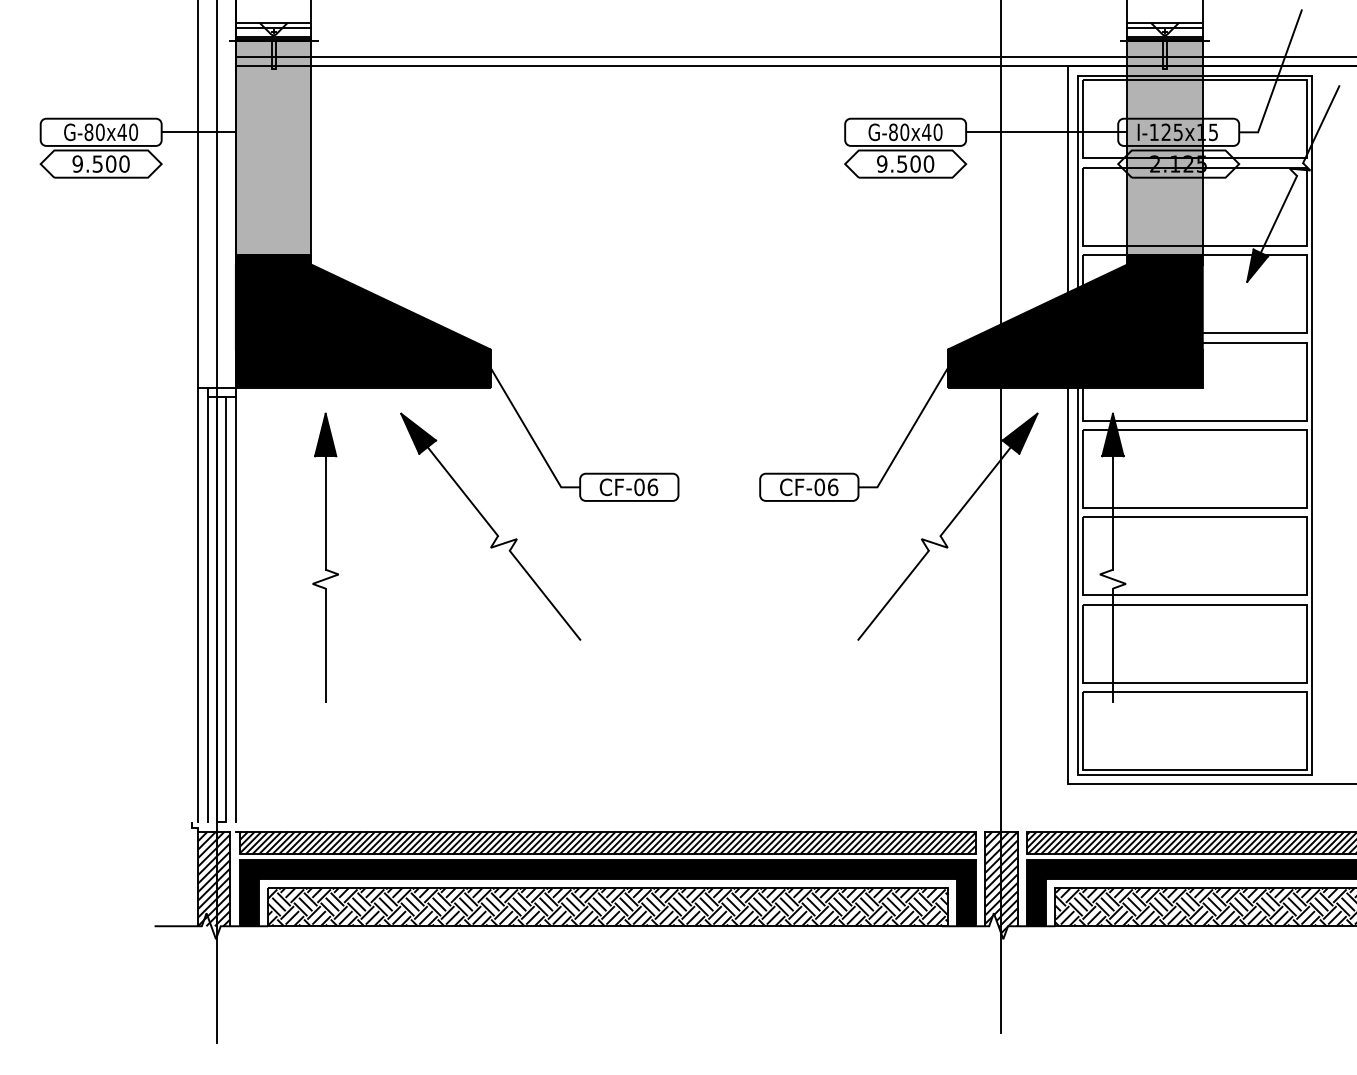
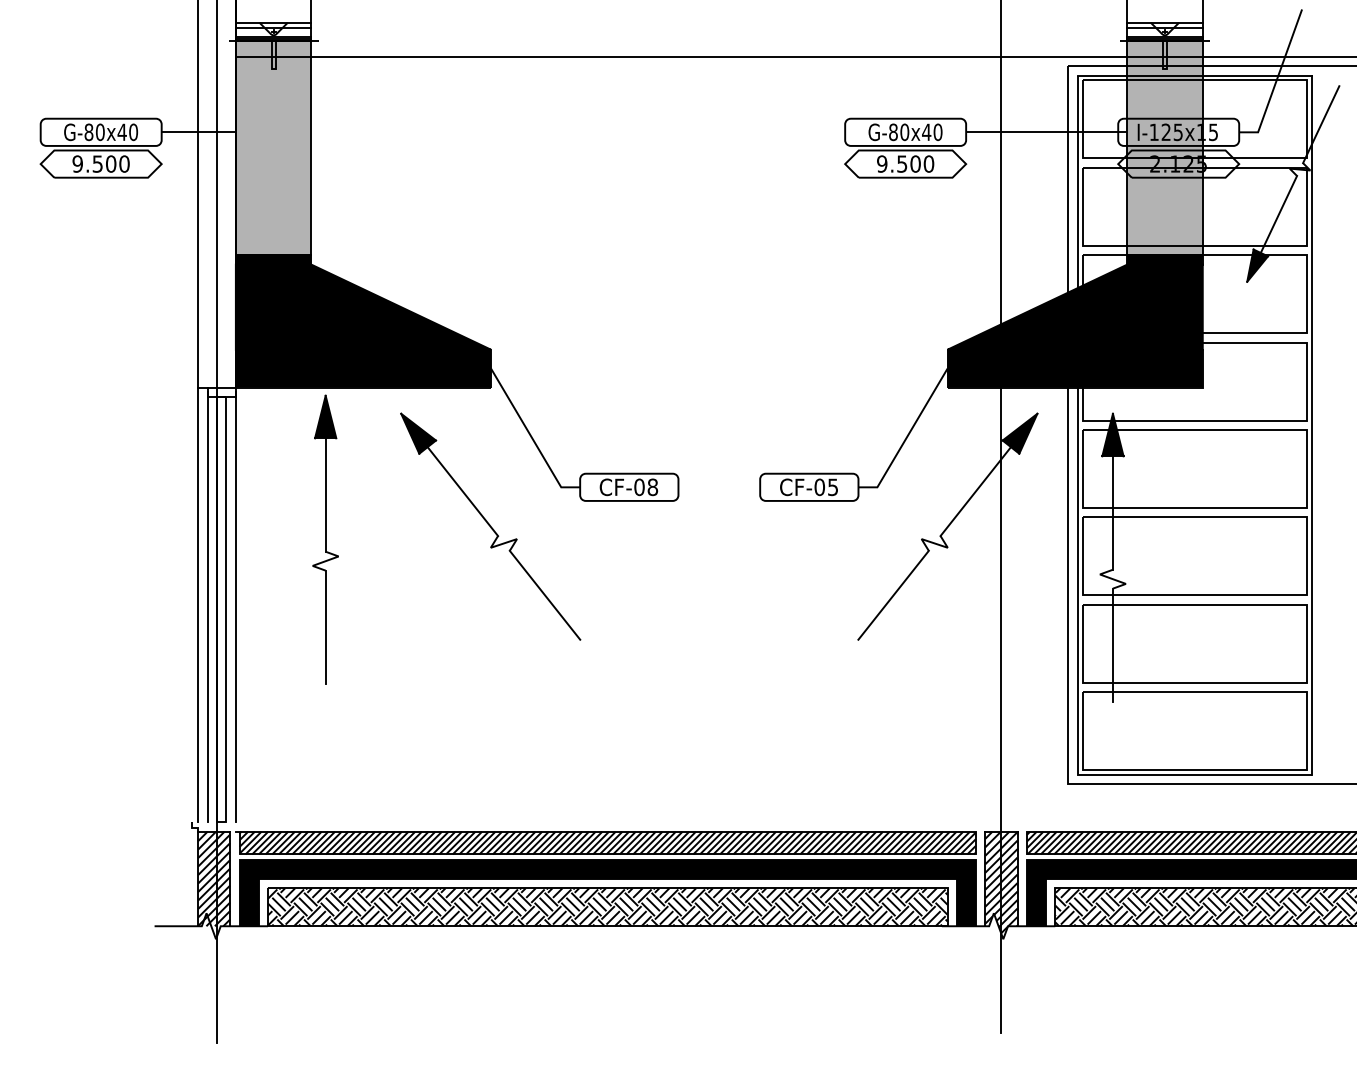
line at (794, 66): present -> none
text at (652, 486): CF-06 -> CF-08
text at (833, 487): CF-06 -> CF-05
part at (325, 557) position: (325, 557) -> (325, 539)
